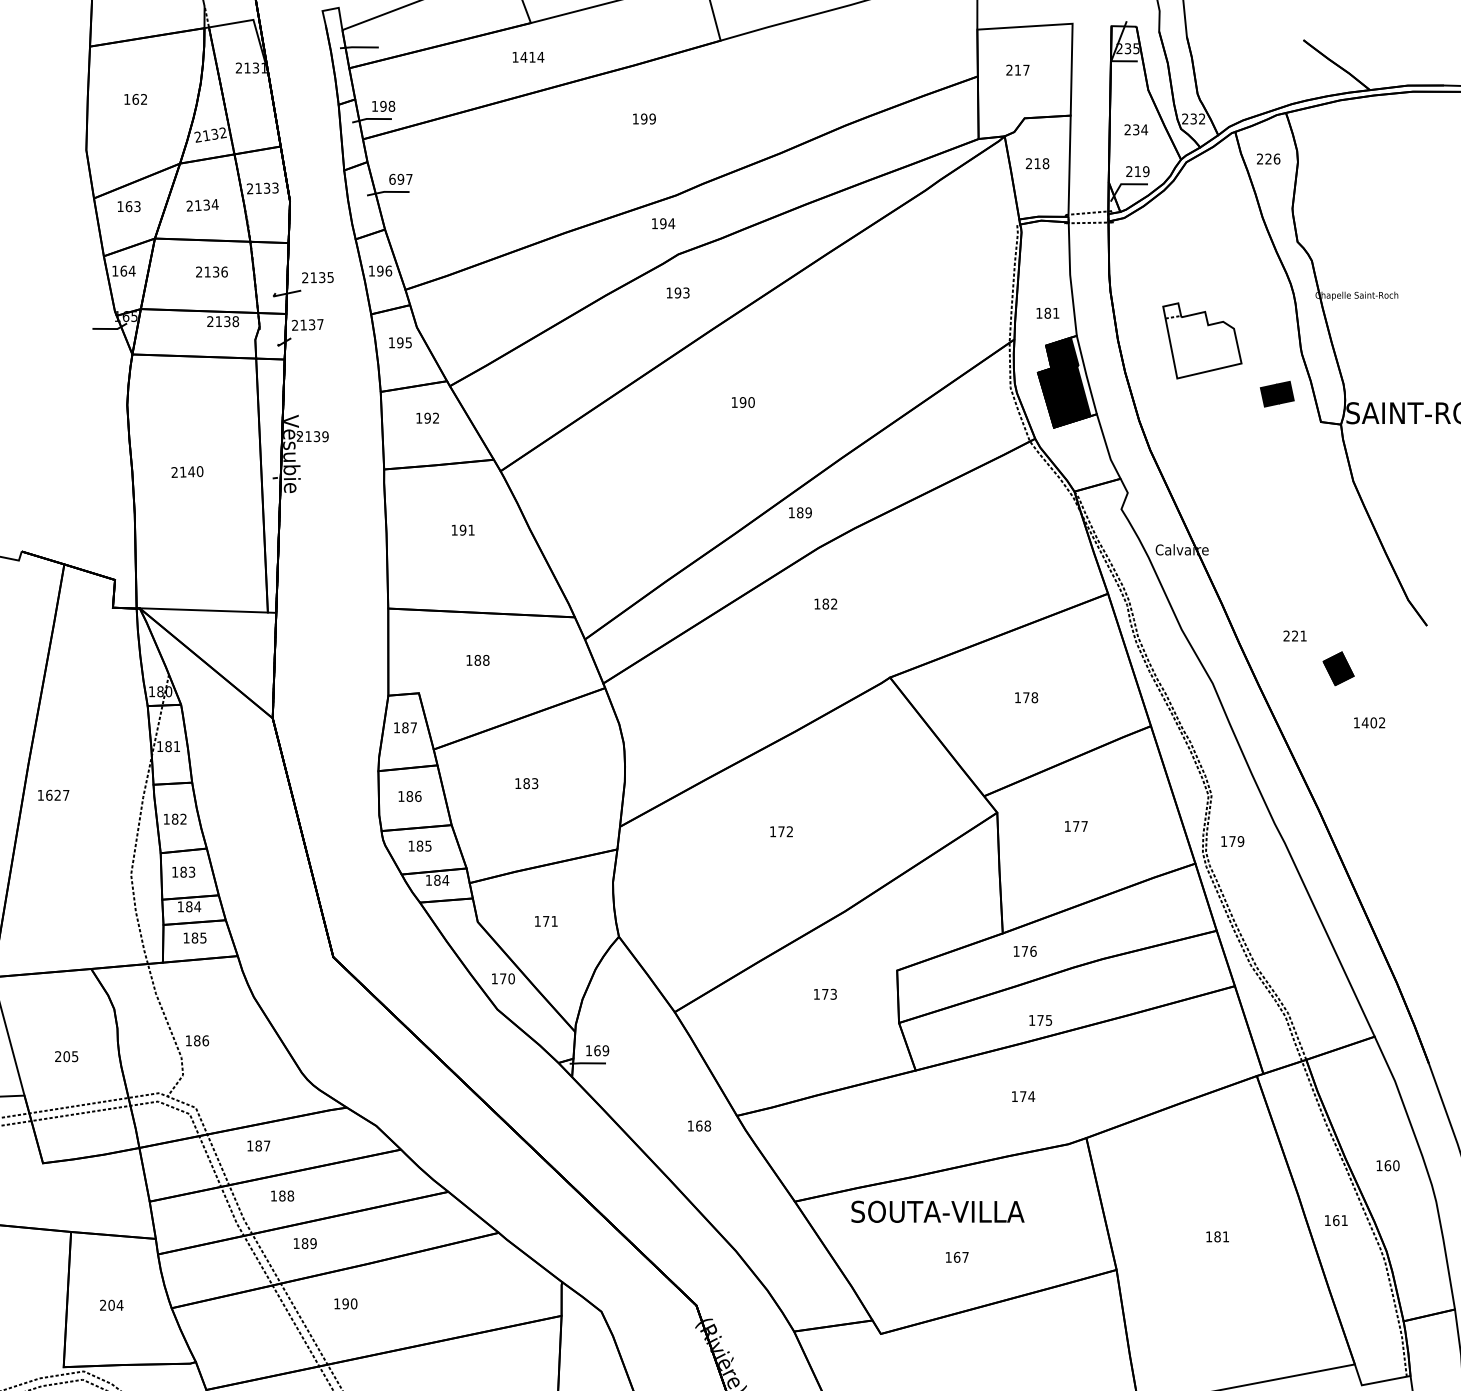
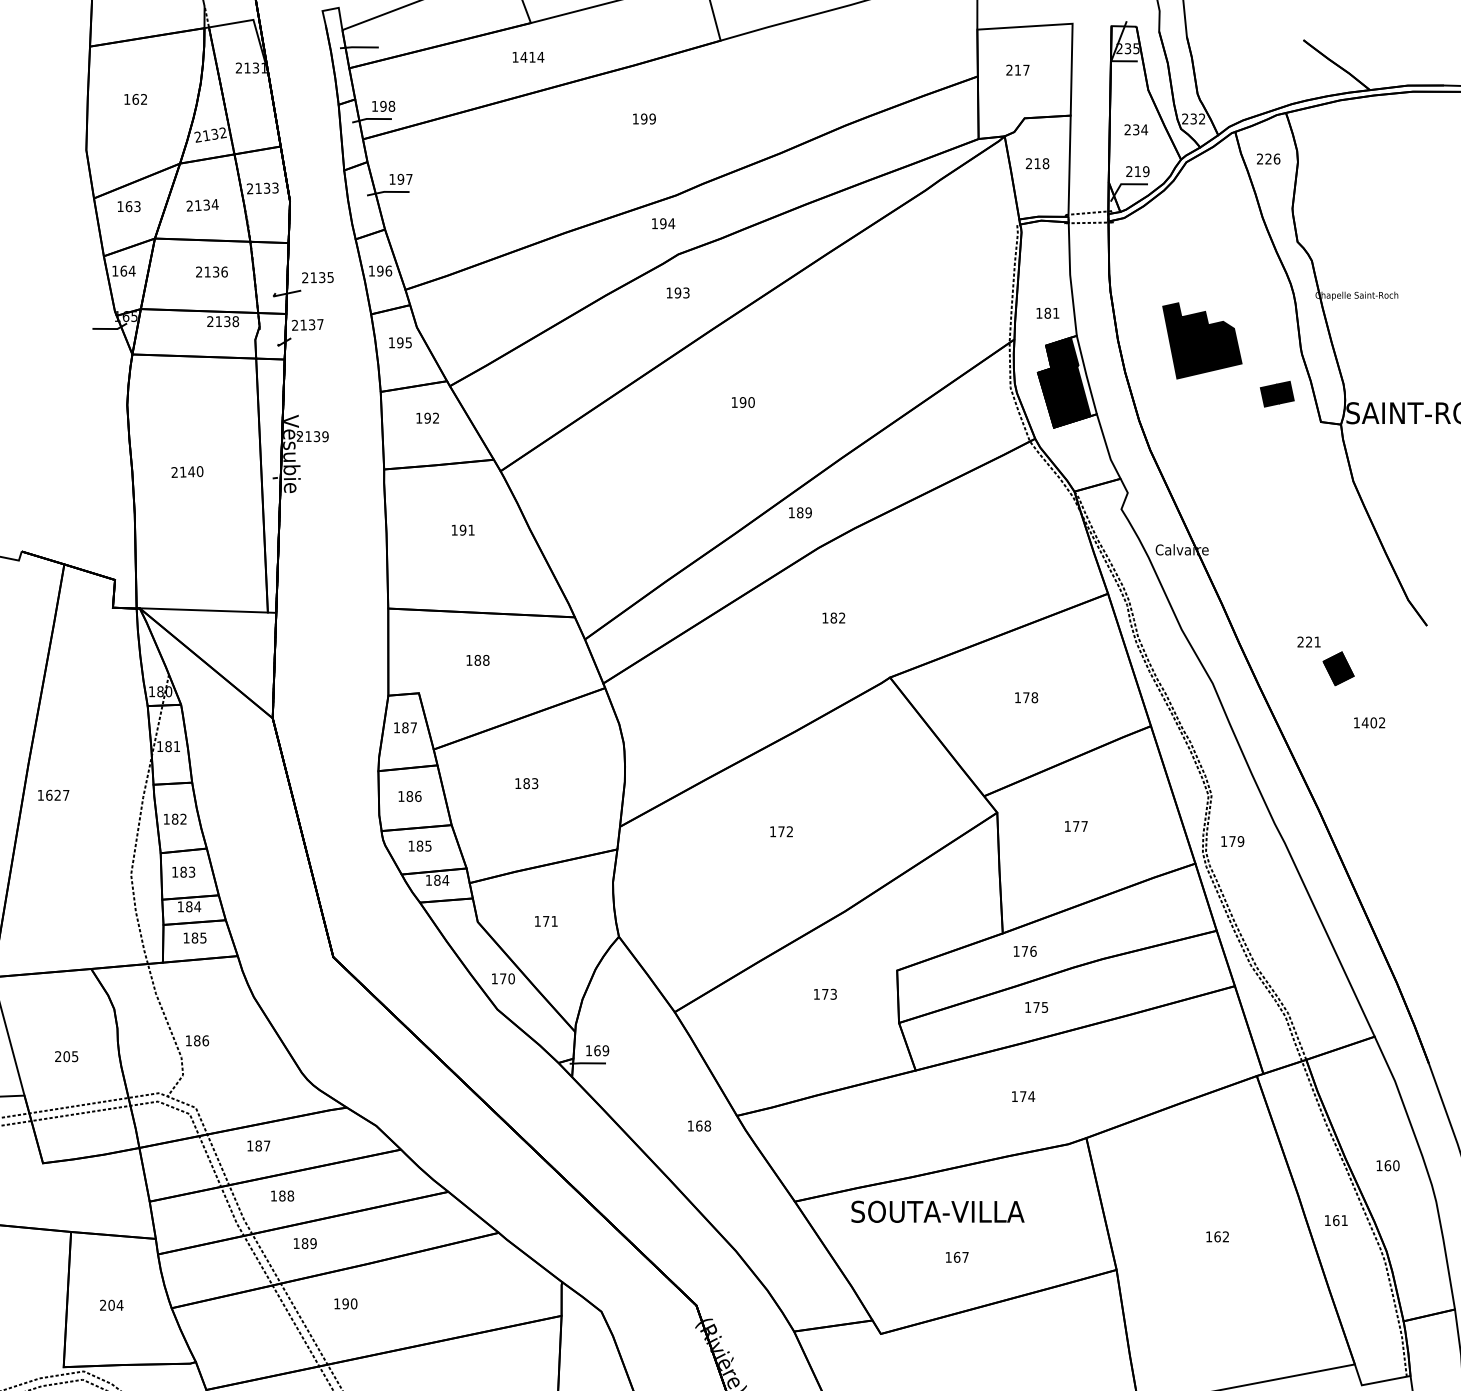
text at (392, 178): 697 -> 197
fill at (1202, 340): none -> present
text at (825, 603) position: (825, 603) -> (833, 617)
text at (1294, 635) position: (1294, 635) -> (1308, 641)
text at (1040, 1020) position: (1040, 1020) -> (1036, 1007)
text at (1221, 1236): 181 -> 162
